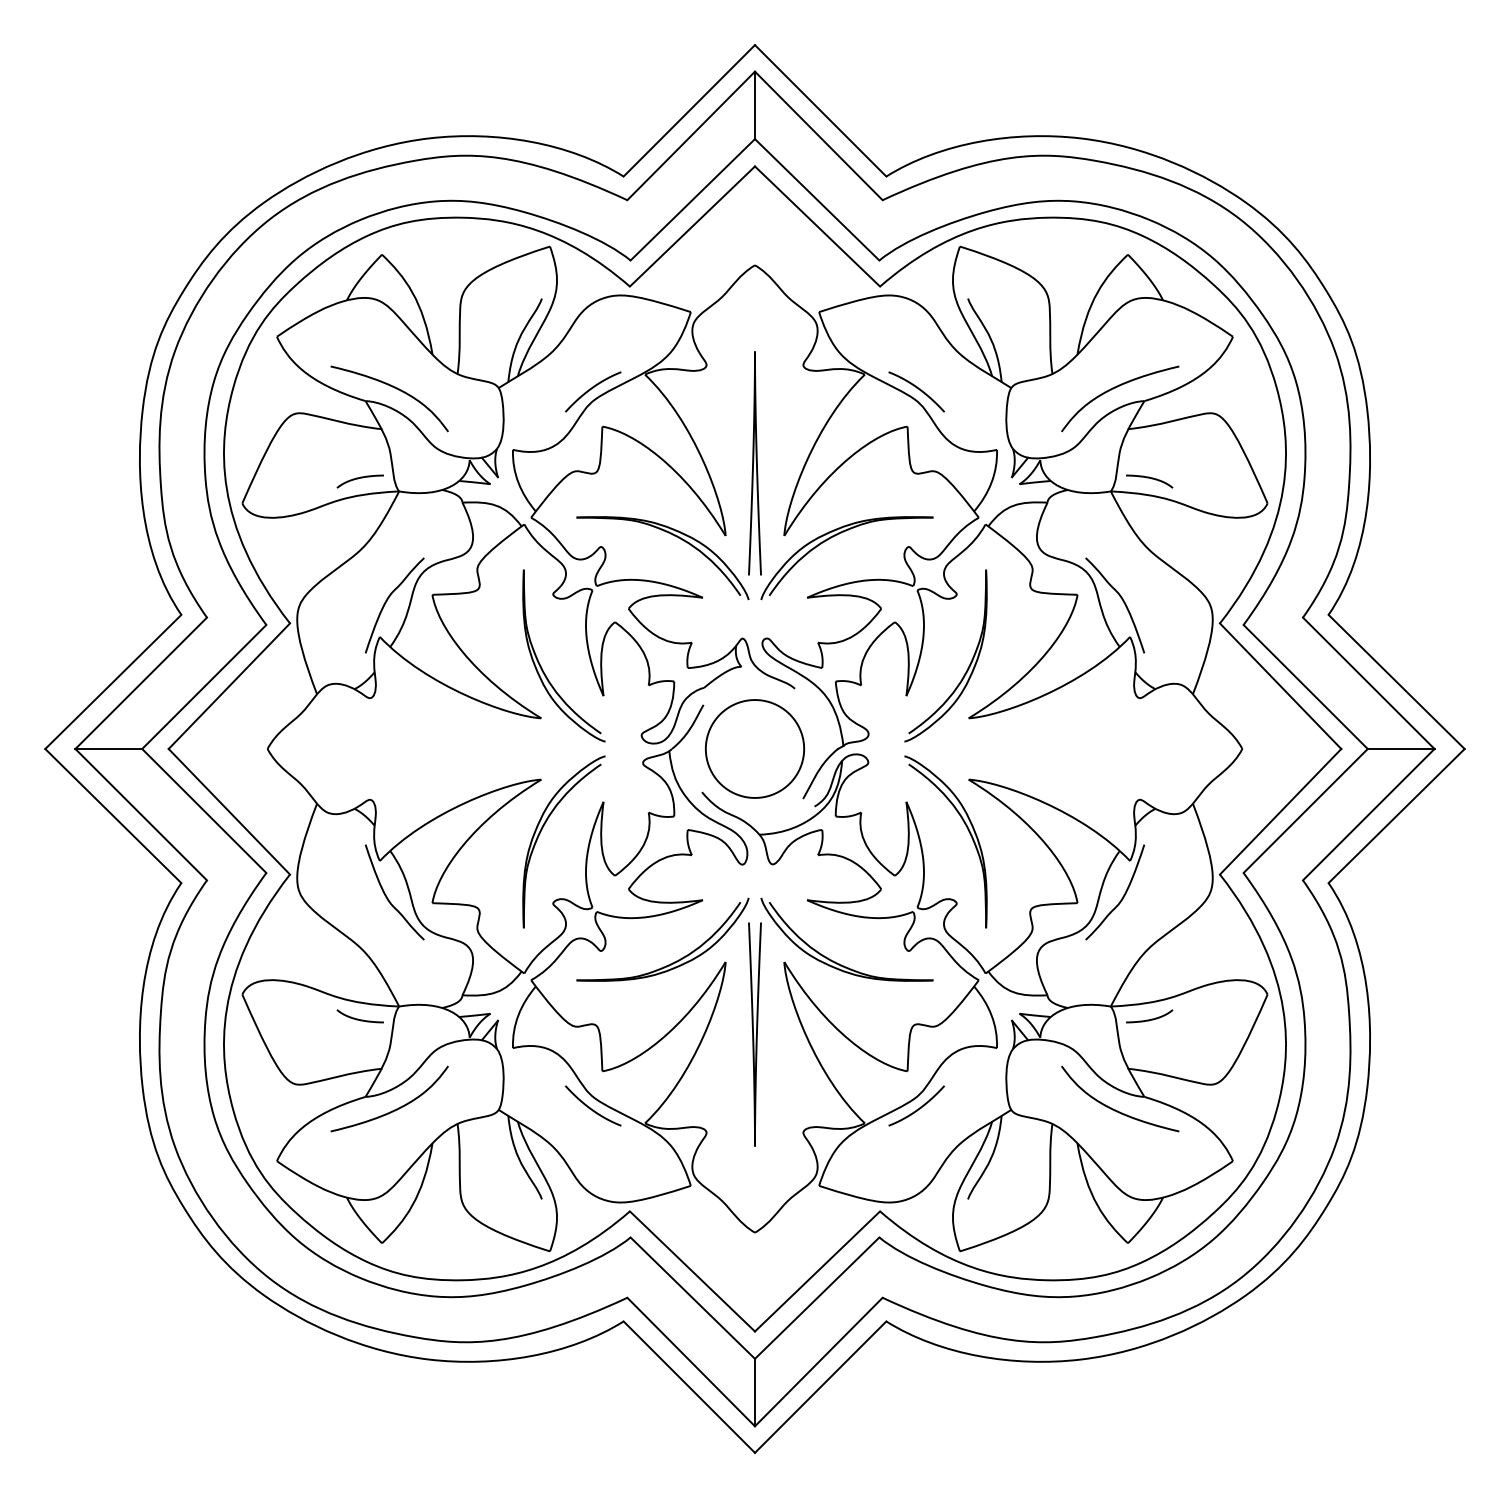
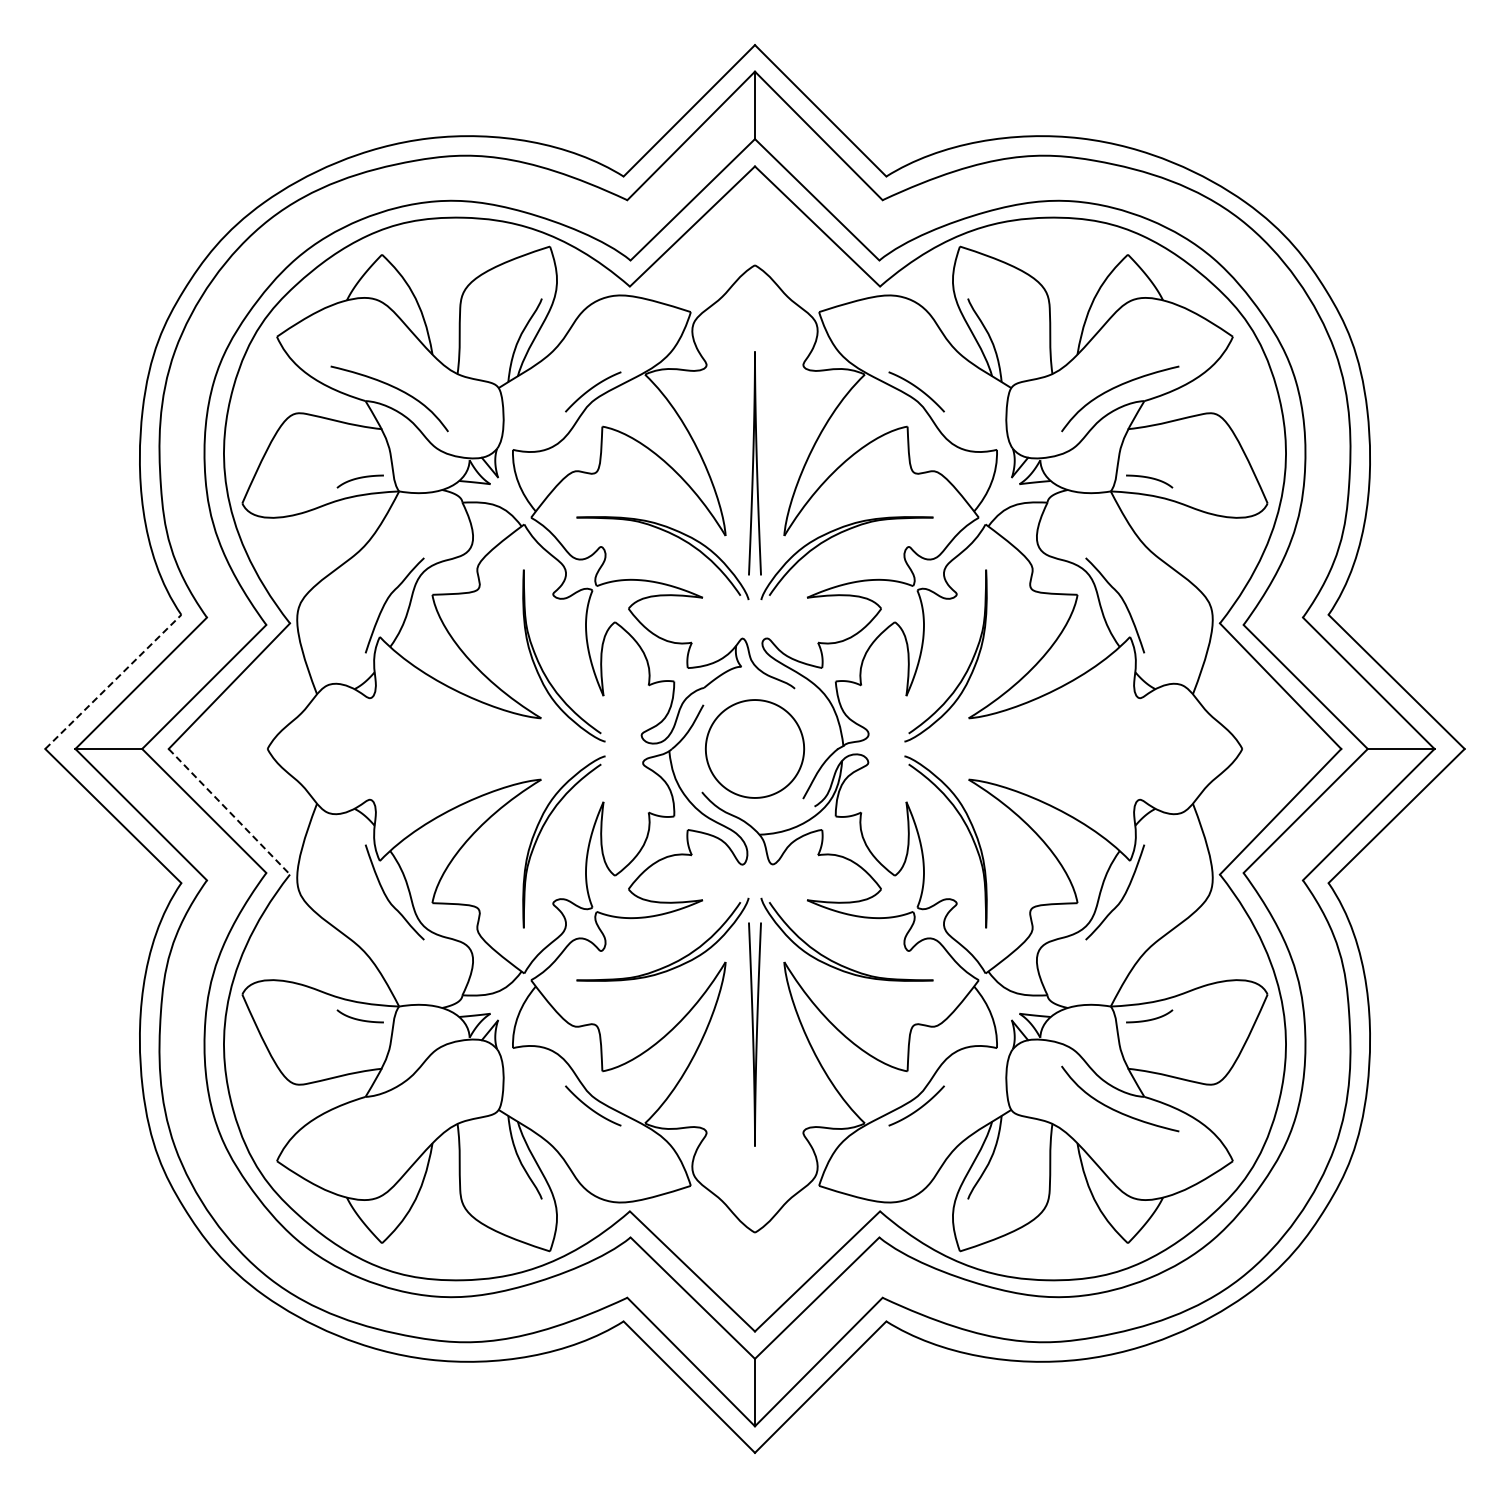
line at (113, 681): solid -> dashed
line at (229, 812): solid -> dashed
curve at (394, 1109): present -> none
